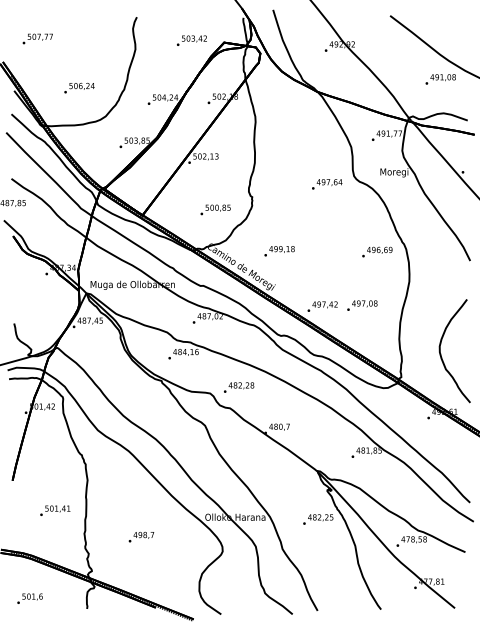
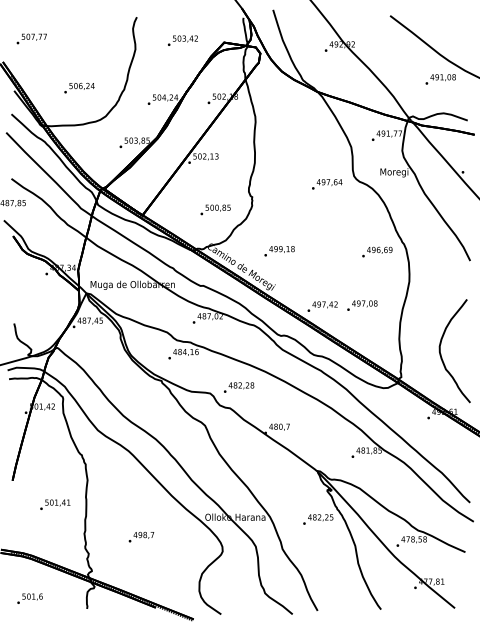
text at (37, 38) position: (37, 38) -> (31, 38)
text at (191, 40) position: (191, 40) -> (182, 40)
text at (55, 510) position: (55, 510) -> (55, 504)
